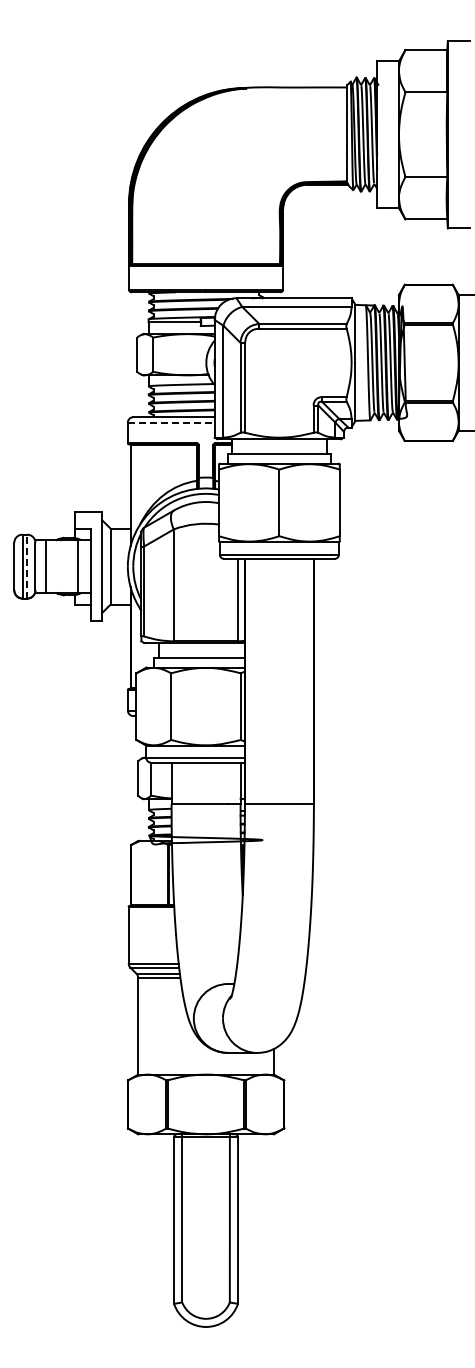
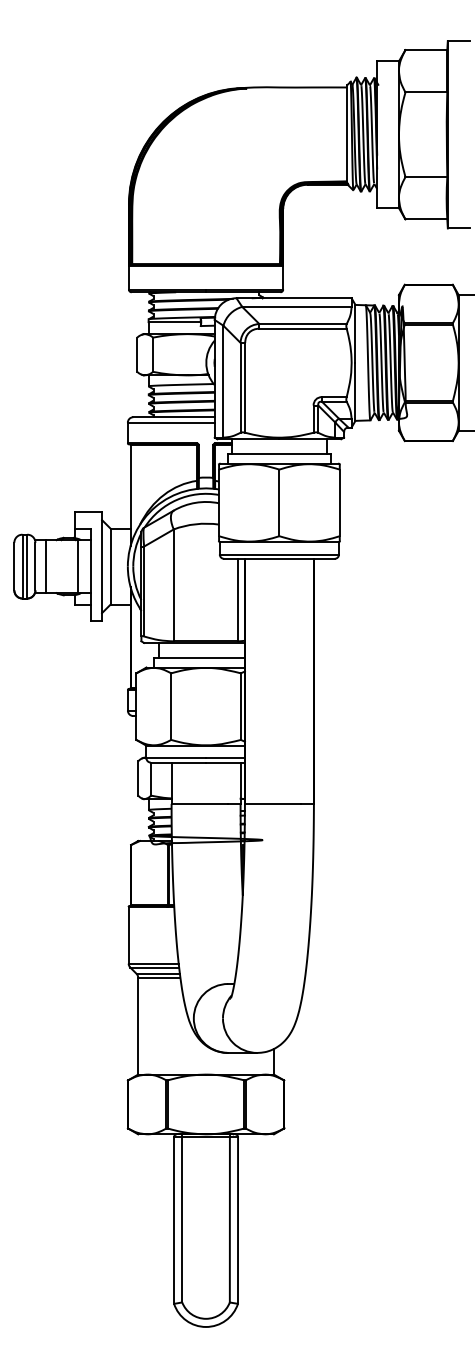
line at (171, 422): dashed -> solid
line at (27, 566): dashed -> solid
